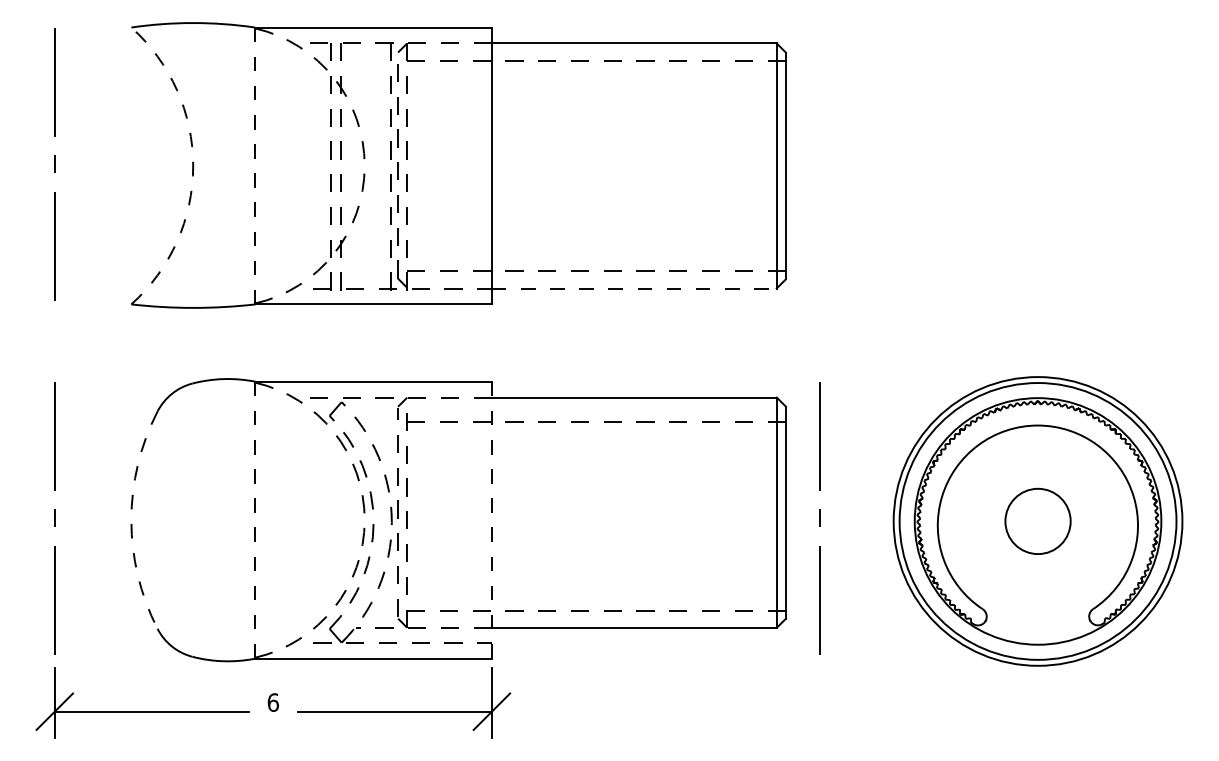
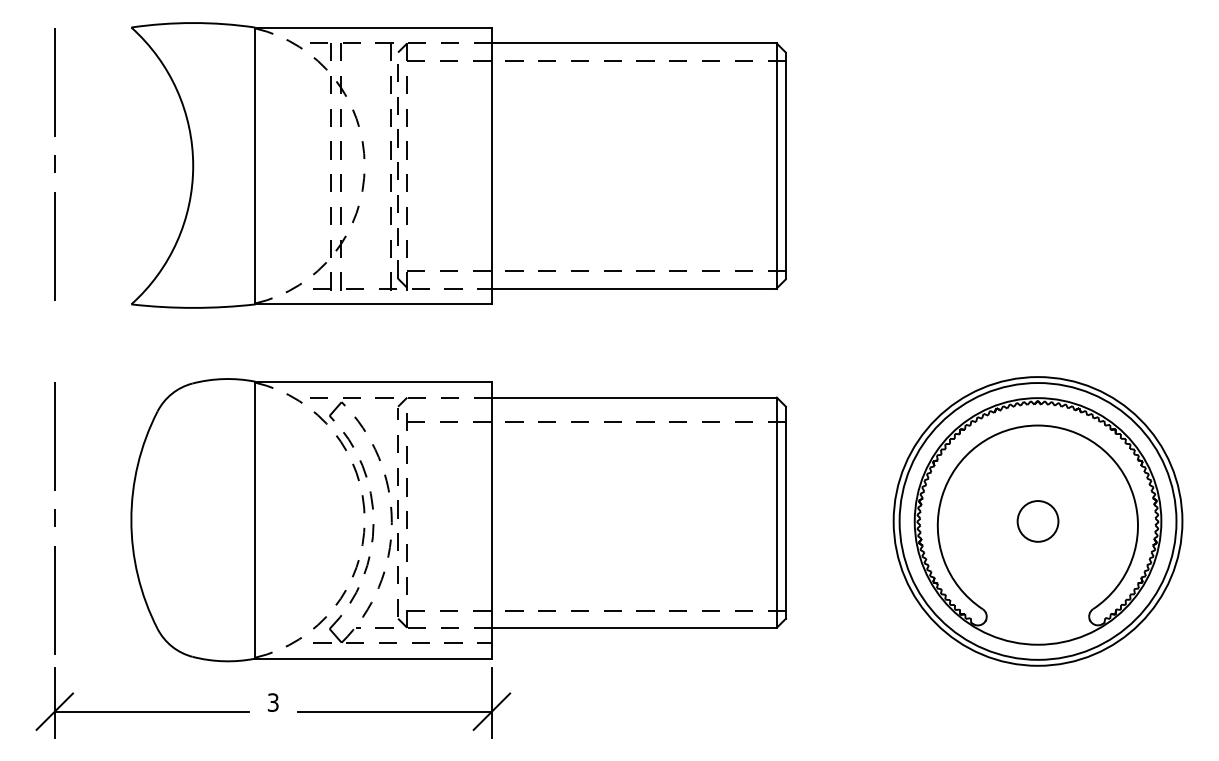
arc at (193, 165): dashed -> solid
line at (255, 165): dashed -> solid
line at (634, 288): dashed -> solid
line at (819, 518): present -> none
line at (255, 519): dashed -> solid
line at (491, 519): dashed -> solid
arc at (131, 520): dashed -> solid
circle at (1037, 521) diameter: 65 px -> 41 px
text at (272, 702): 6 -> 3
